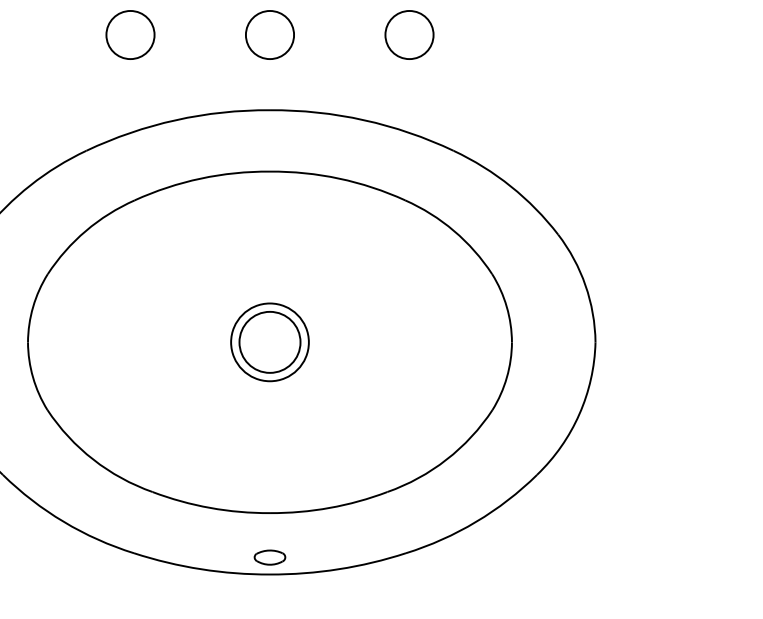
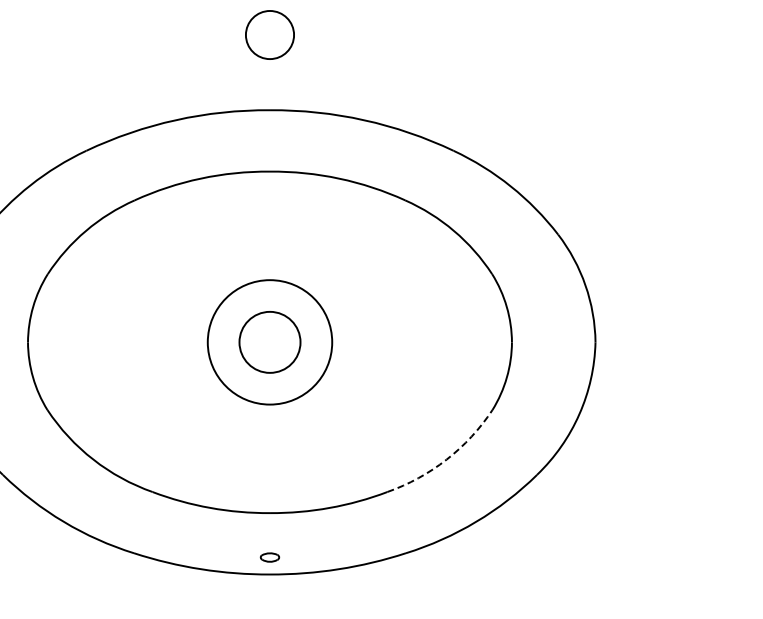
circle at (130, 34): present -> none
circle at (409, 34): present -> none
circle at (269, 342) diameter: 78 px -> 124 px
arc at (446, 459): solid -> dashed
part at (269, 557) size: 34x17 px -> 22x11 px
